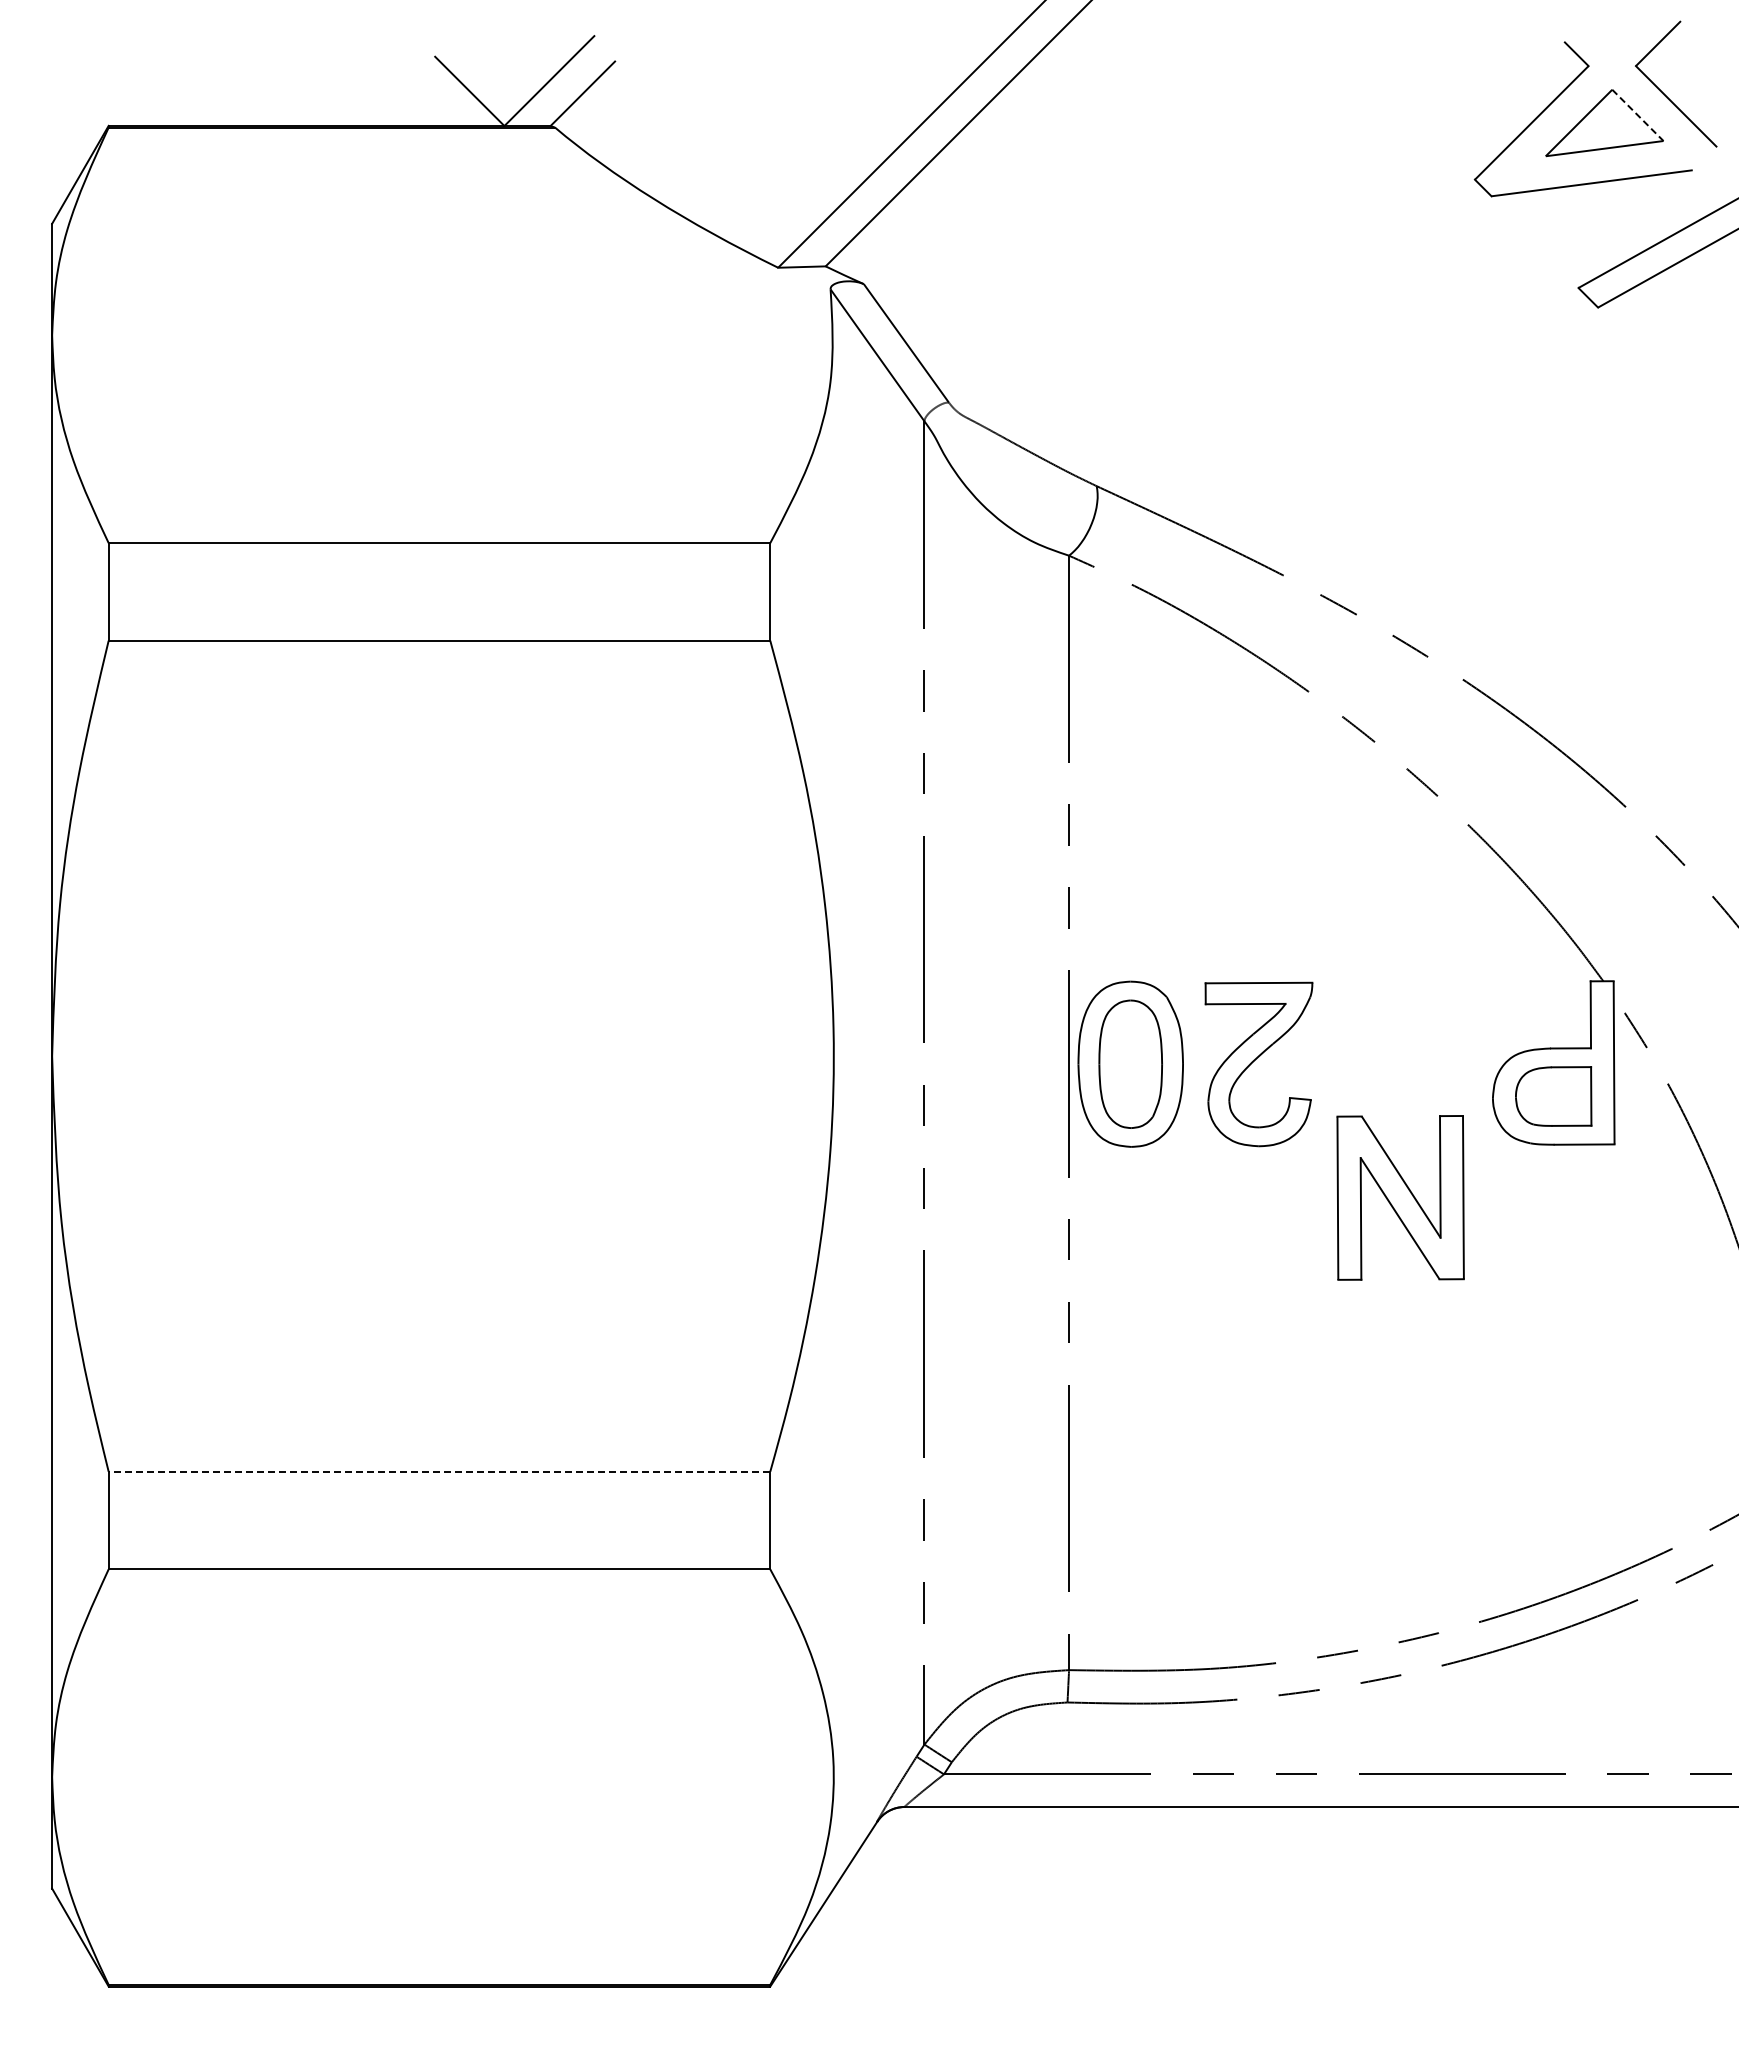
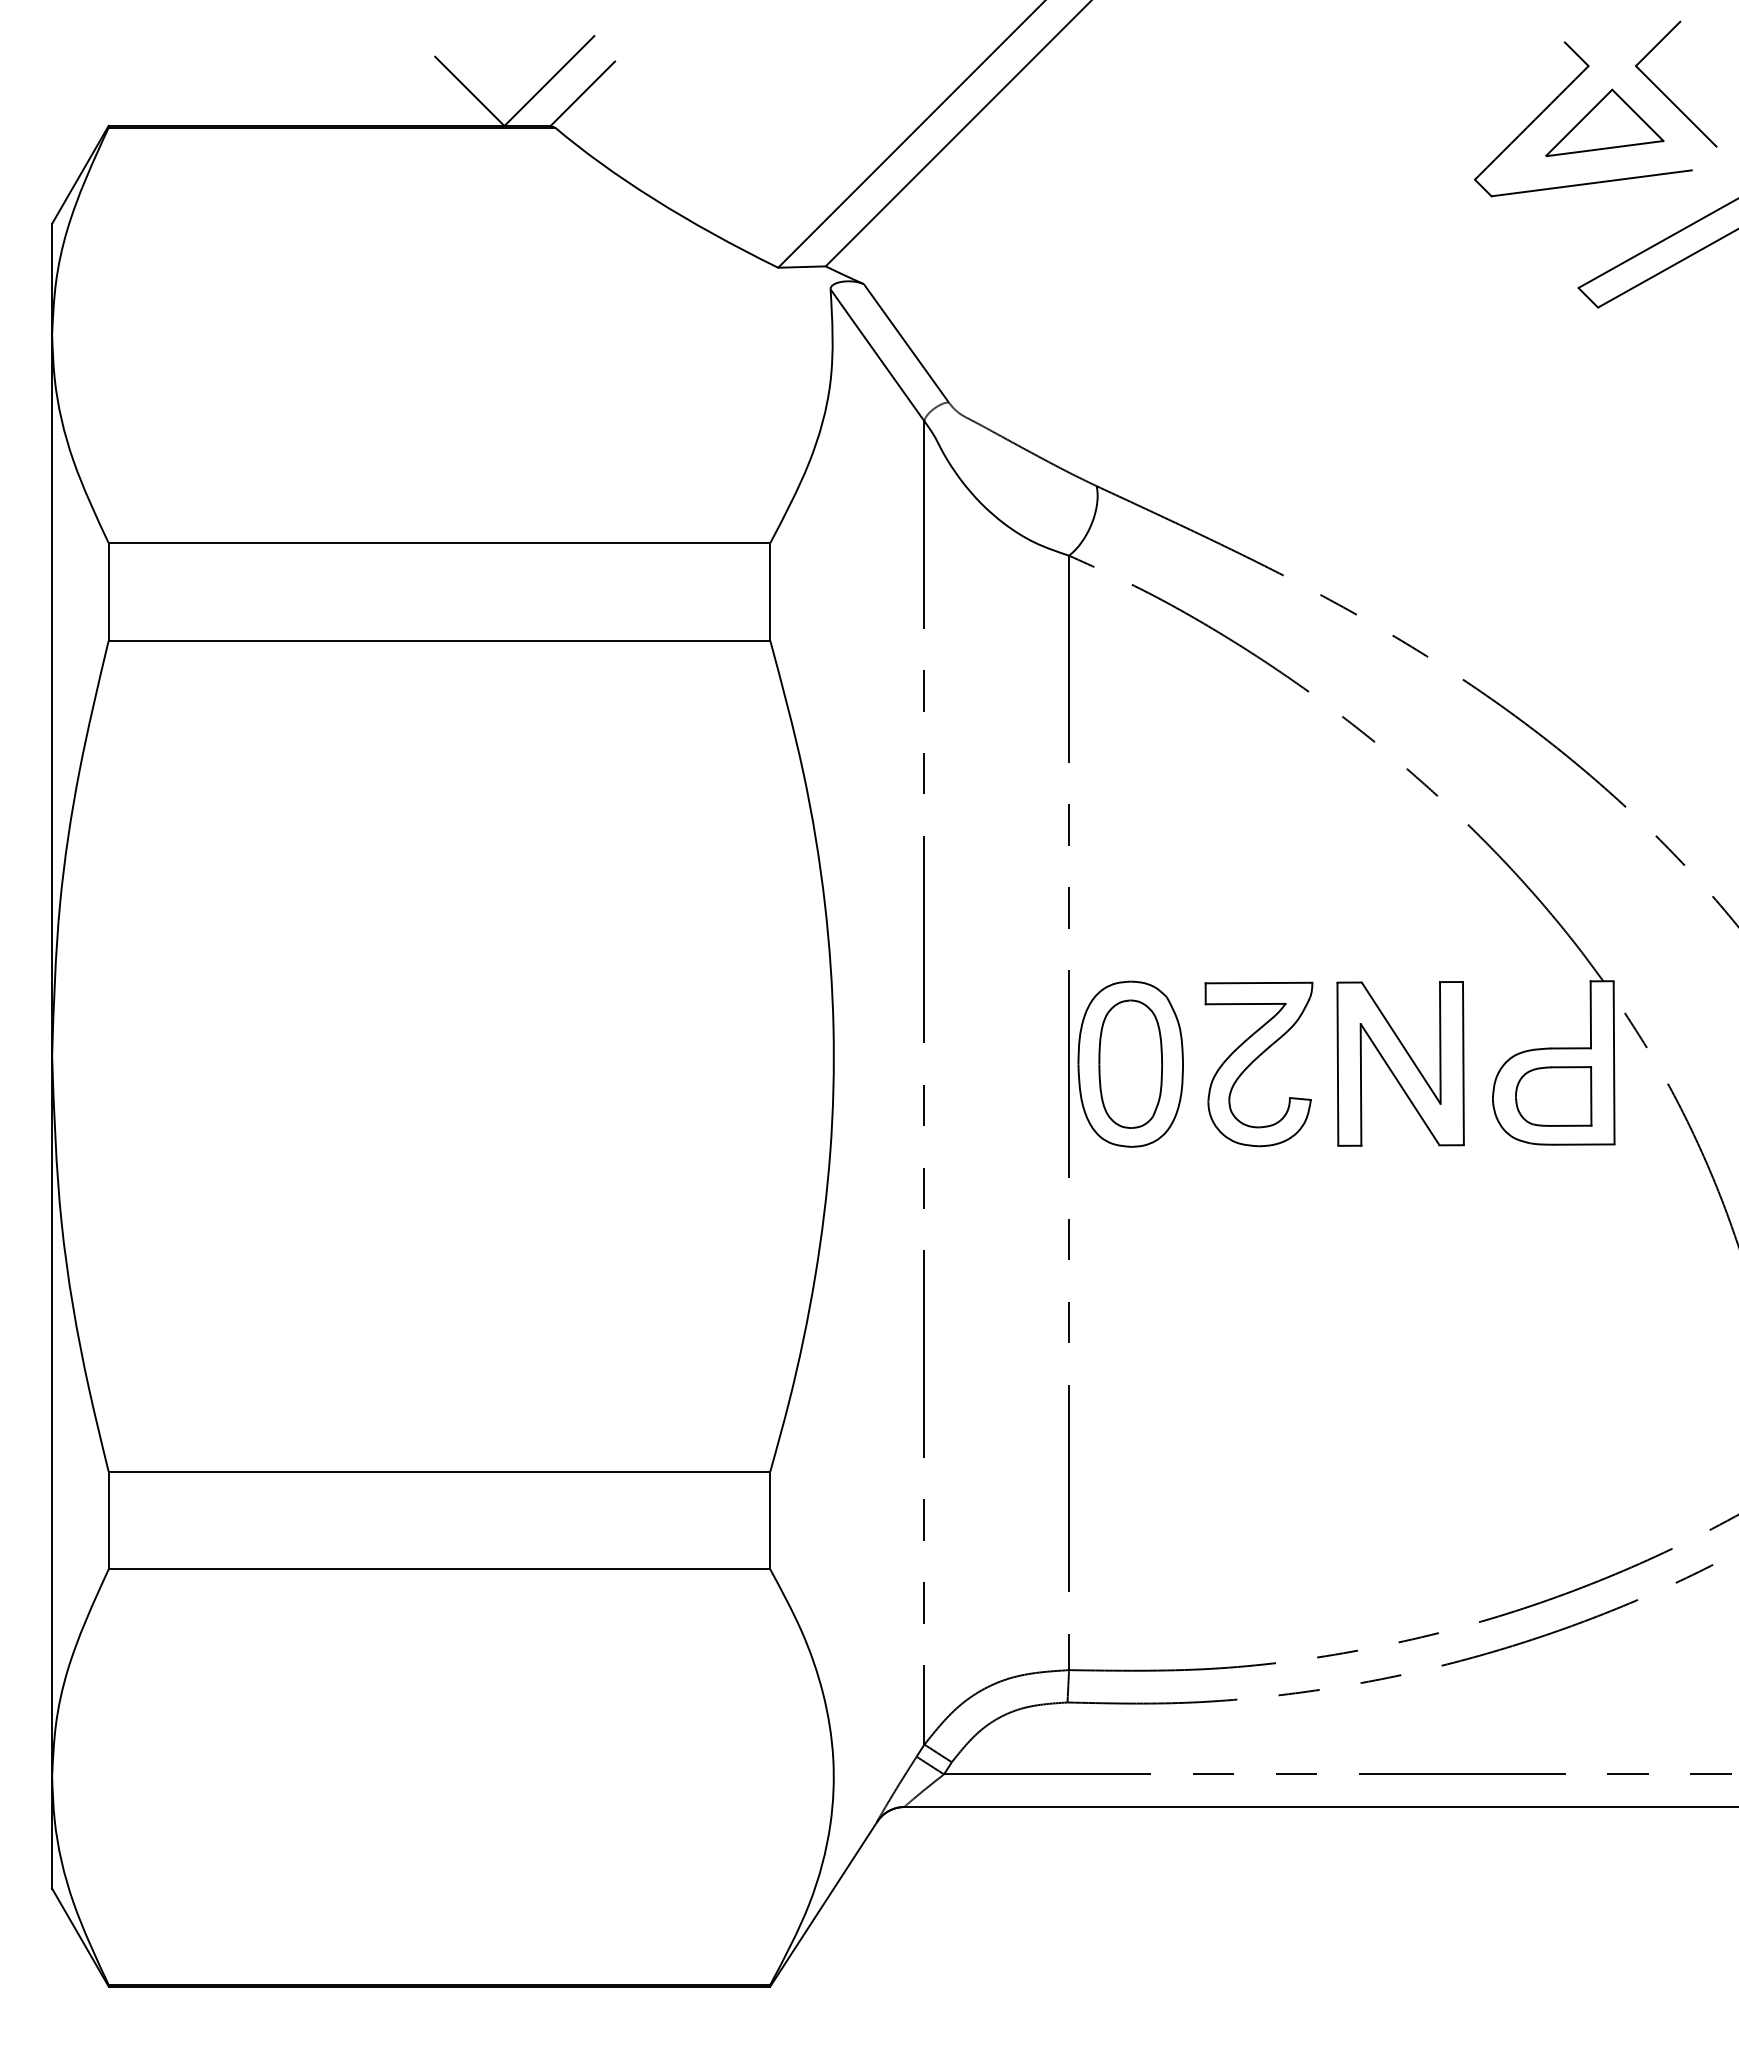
line at (1638, 115): dashed -> solid
part at (1400, 1197) position: (1400, 1197) -> (1400, 1063)
line at (439, 1471): dashed -> solid
